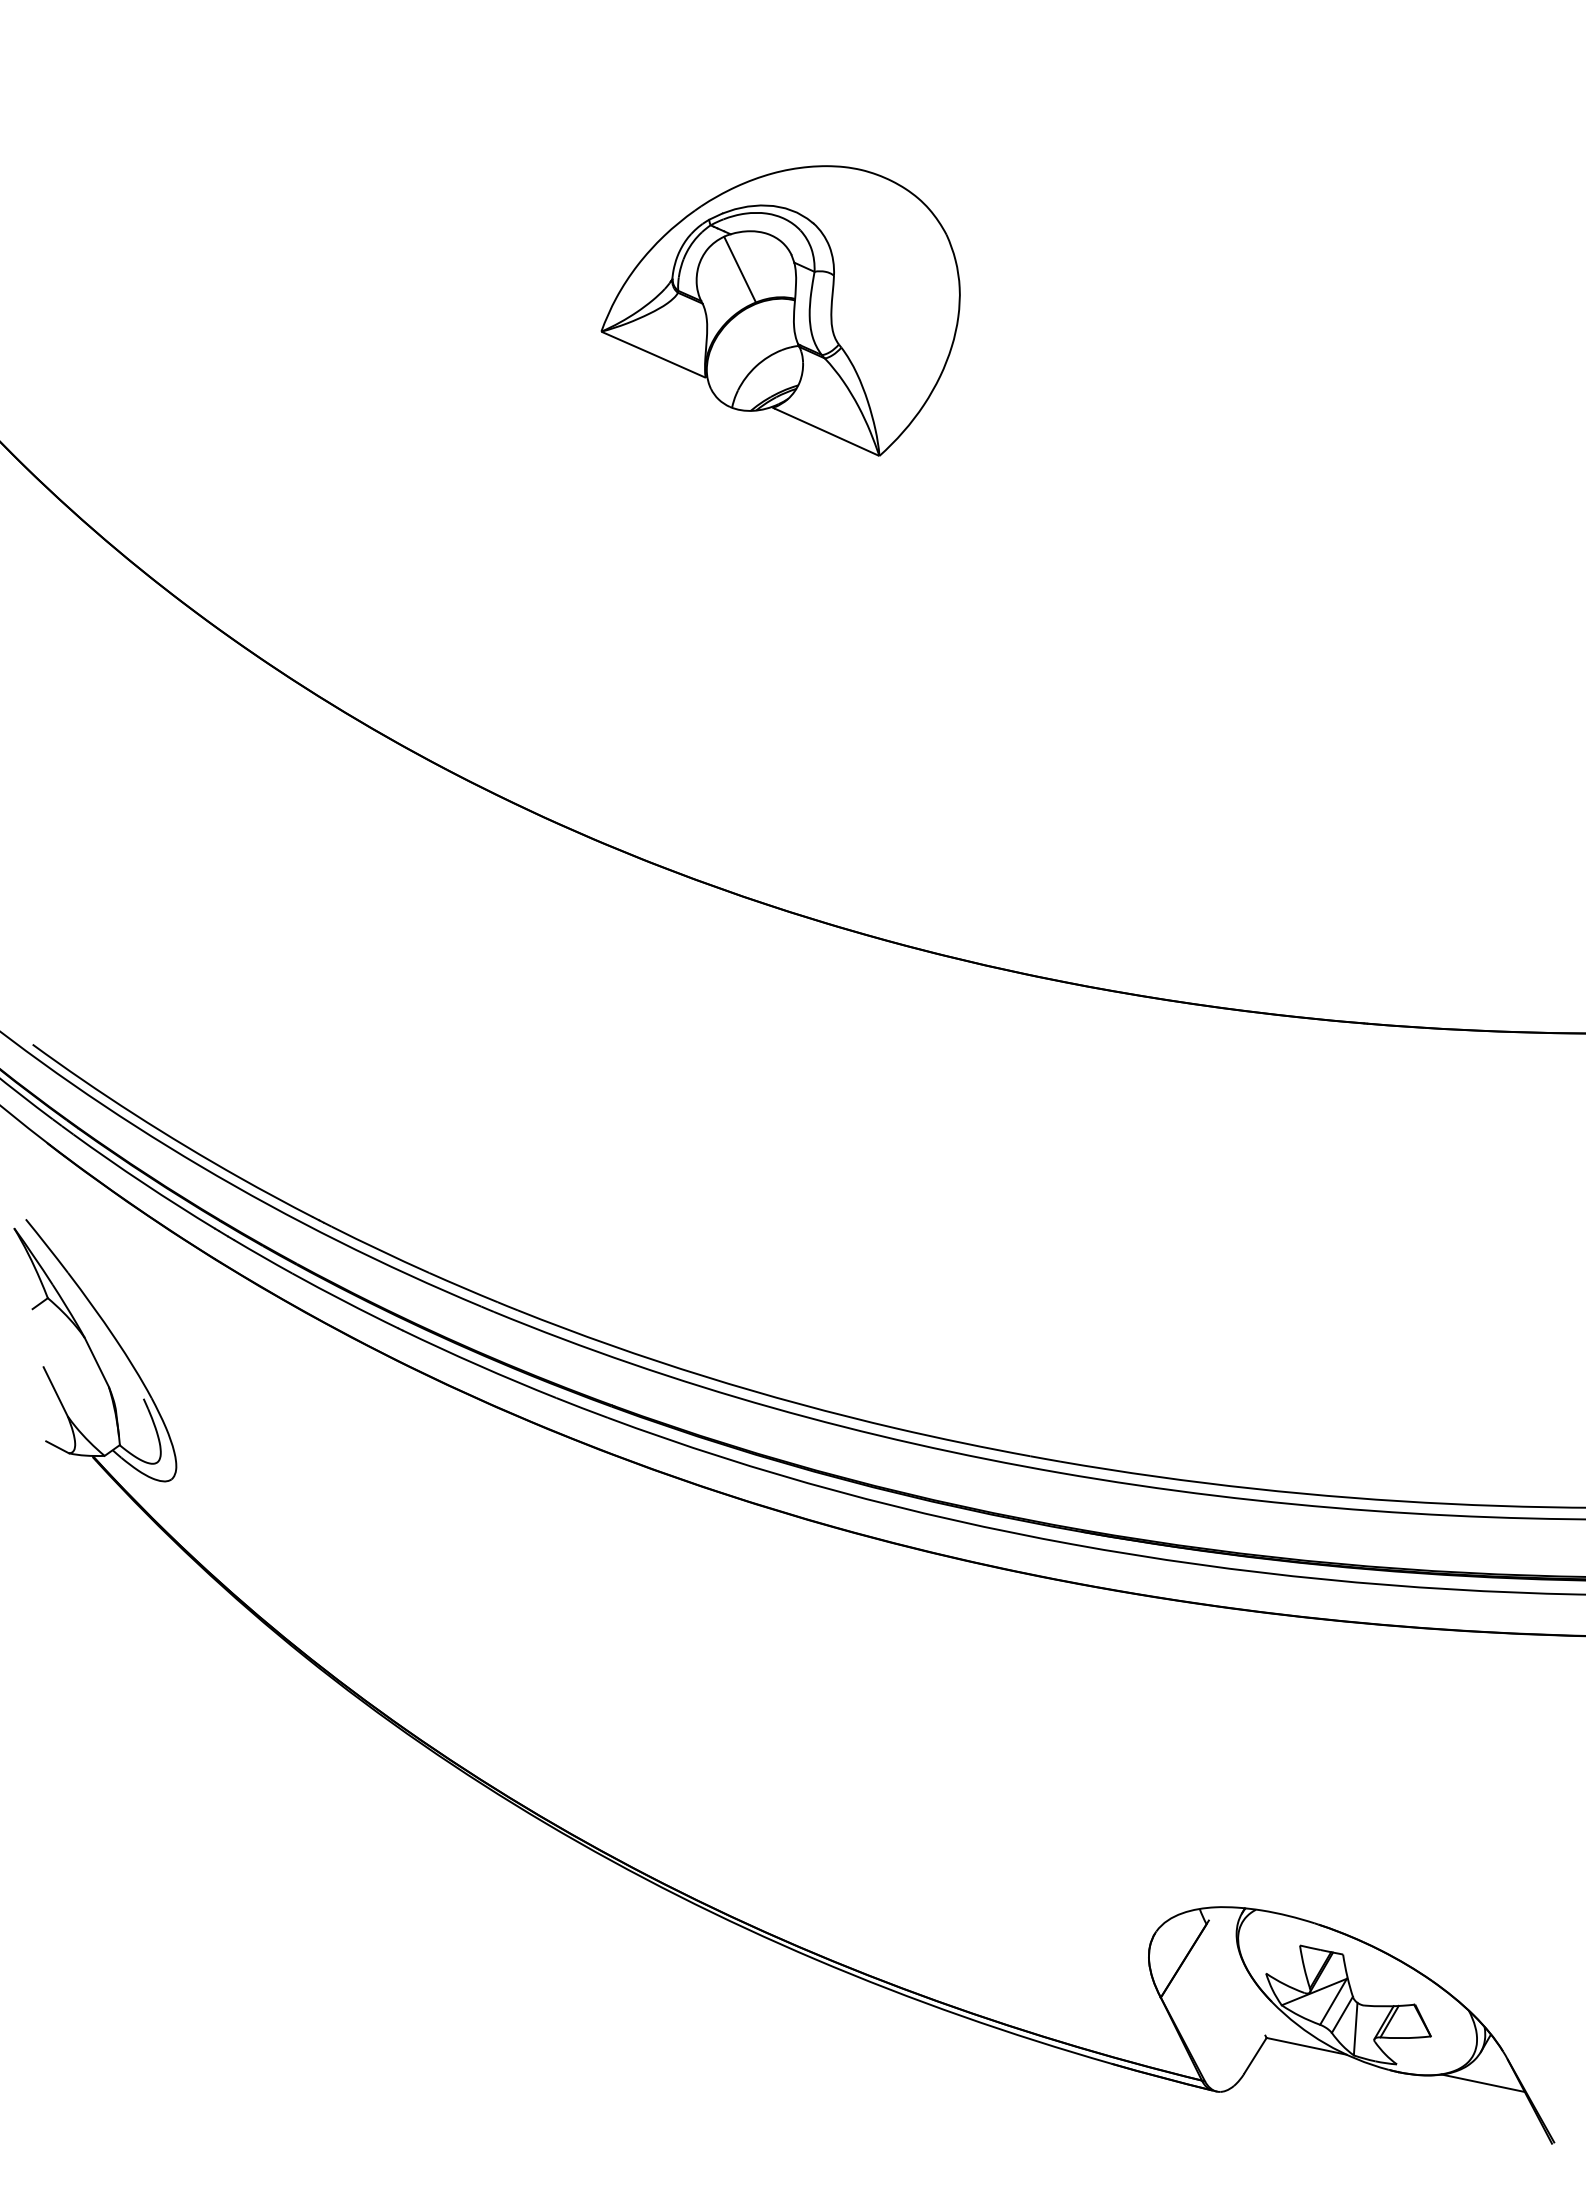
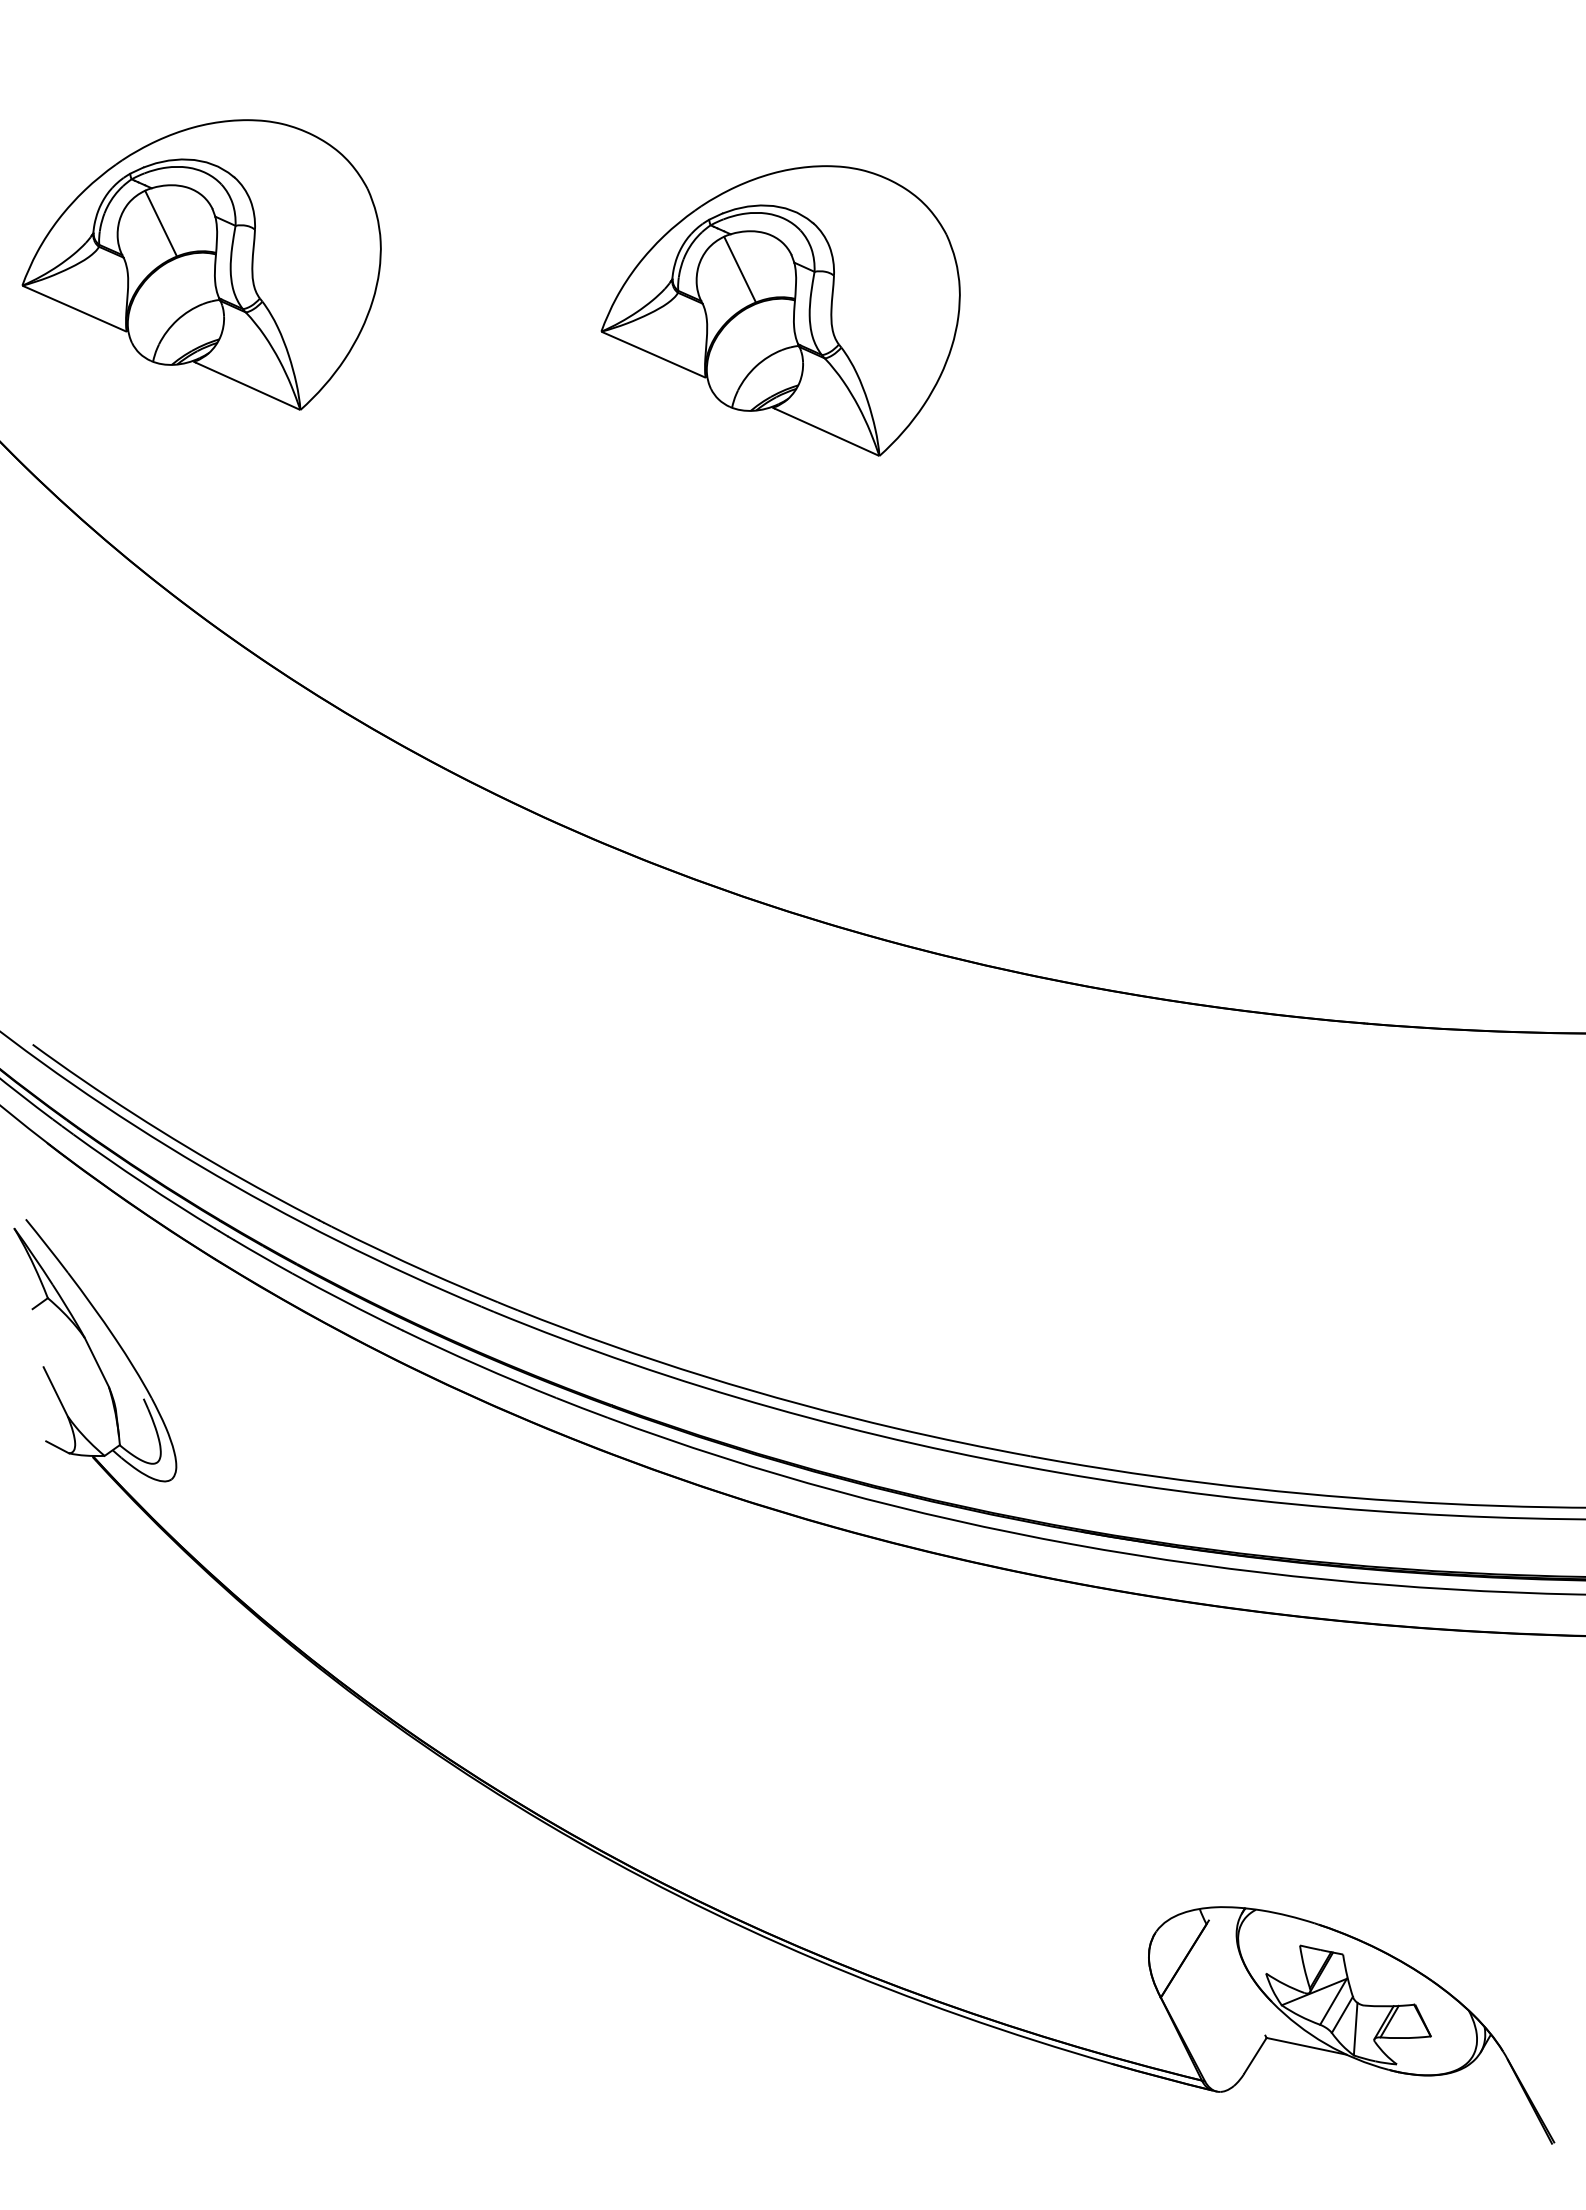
part at (201, 264): none -> present
line at (1482, 2082): present -> none
